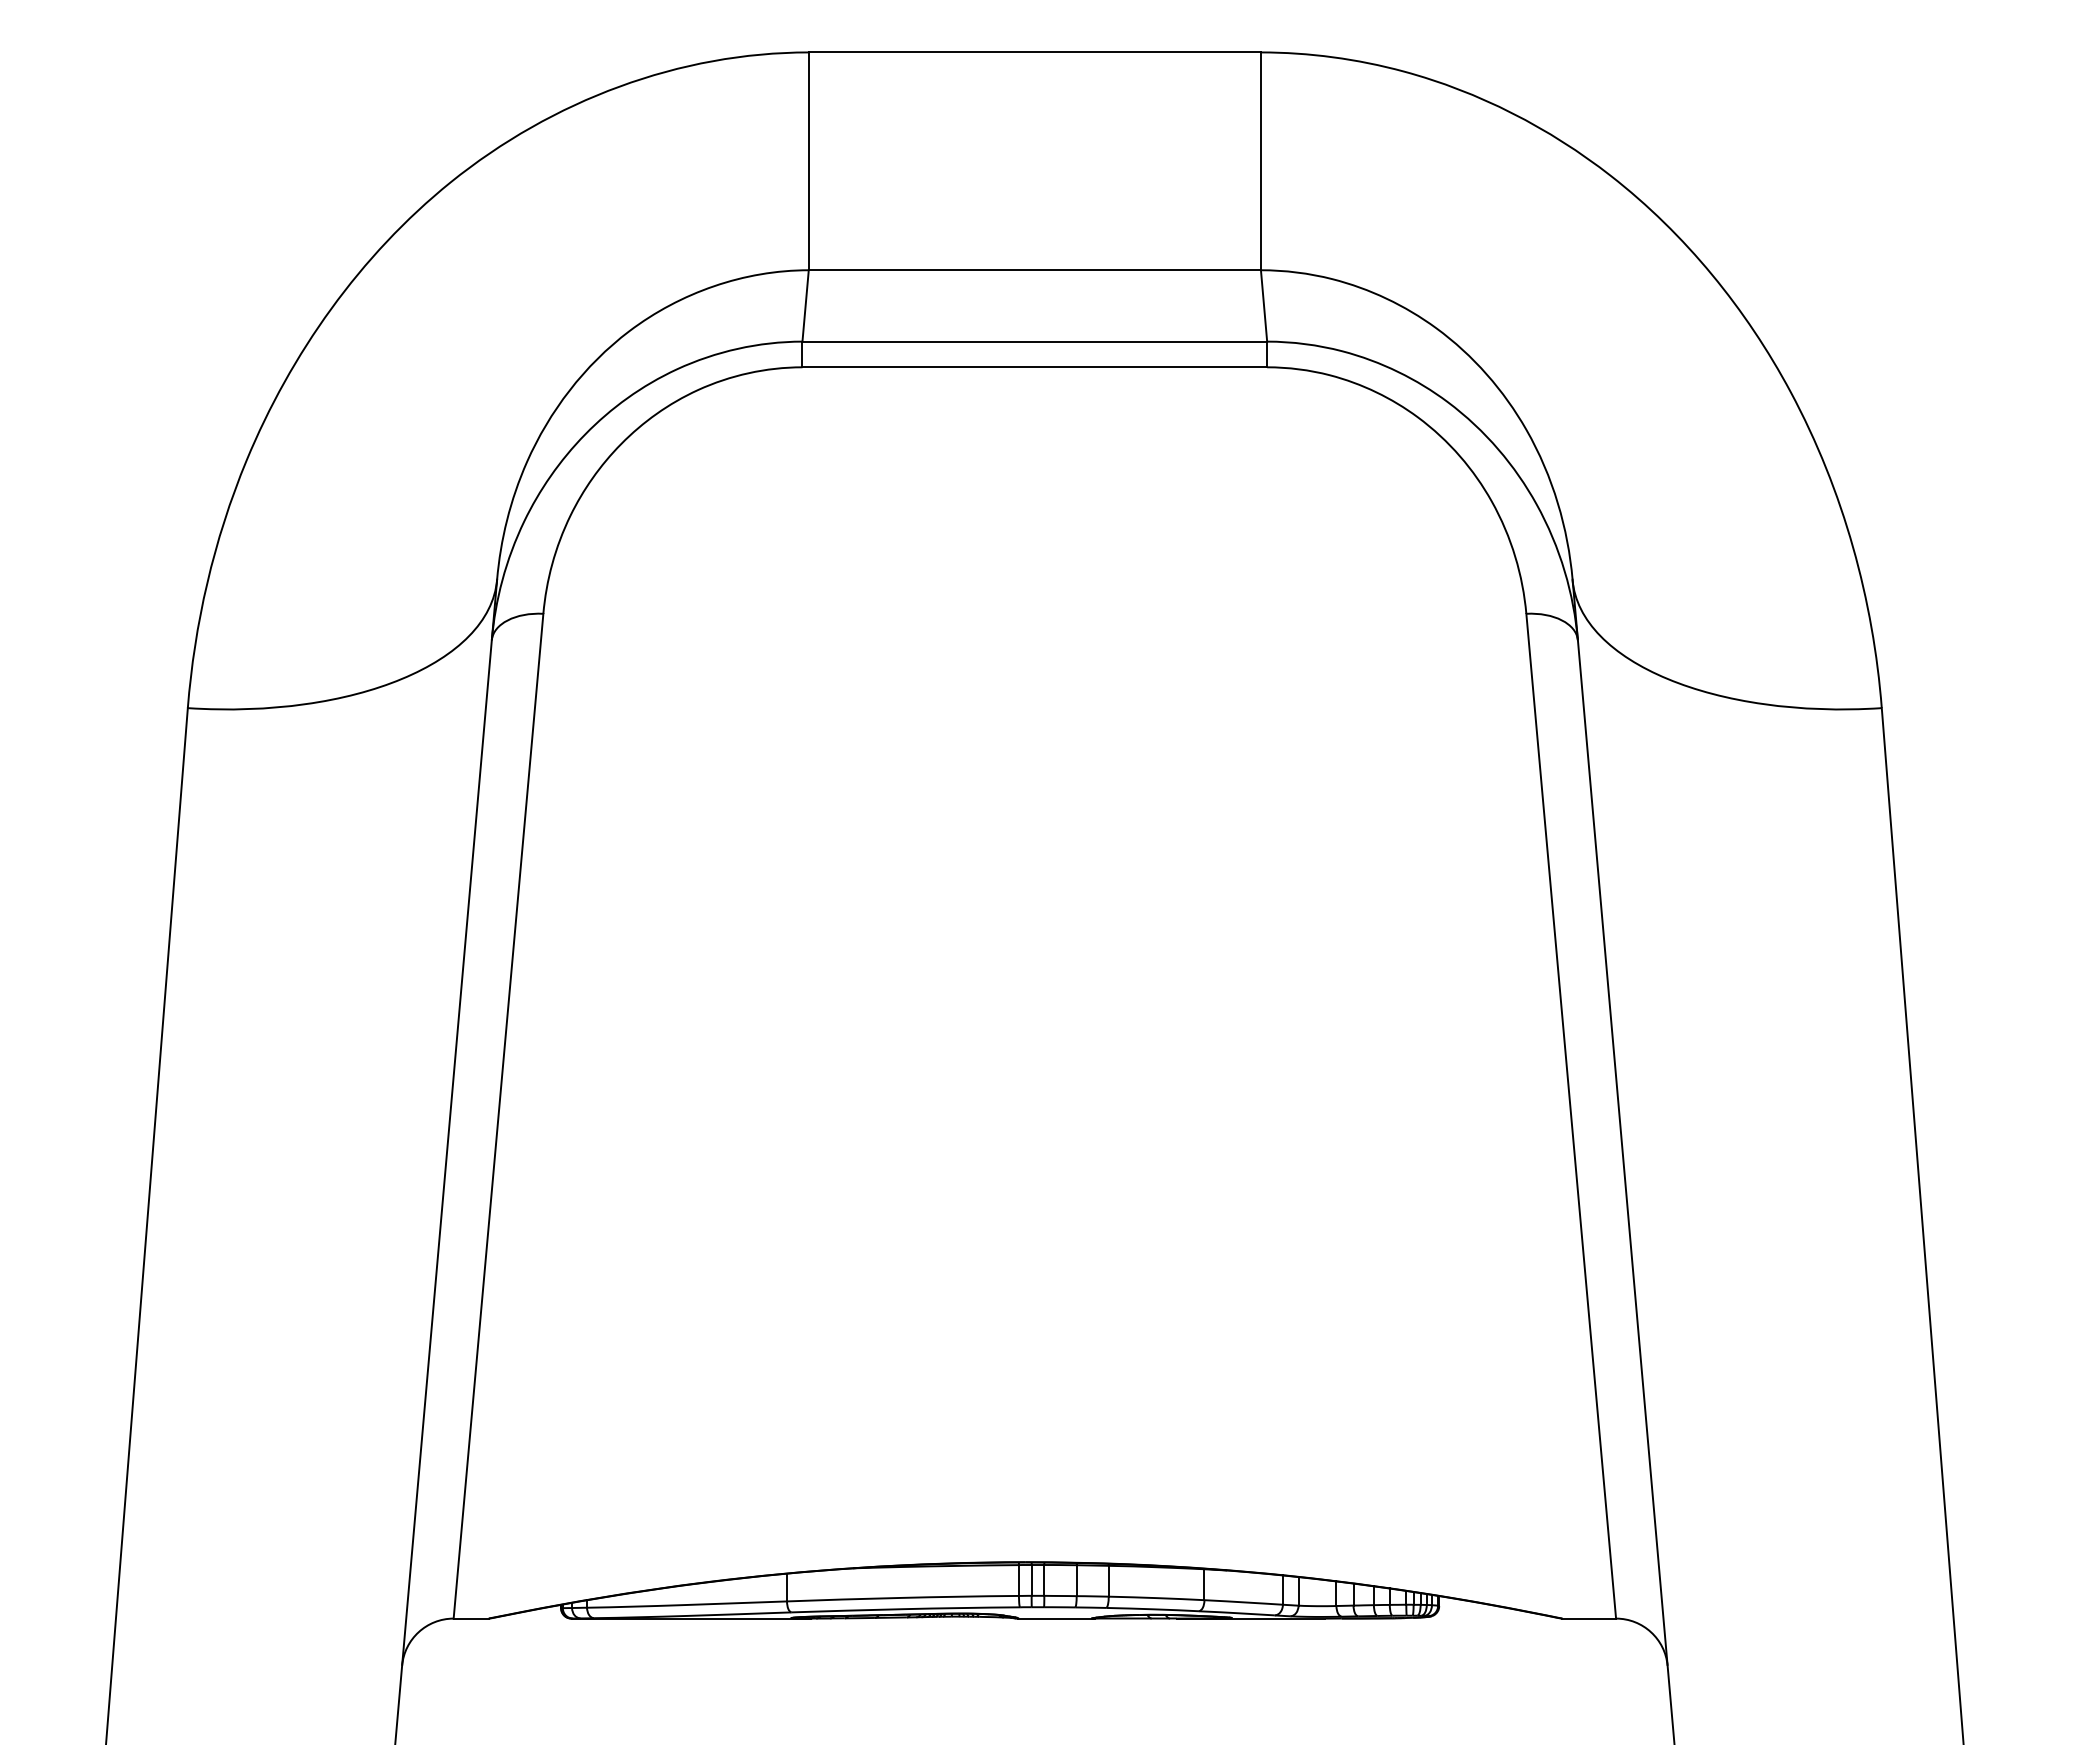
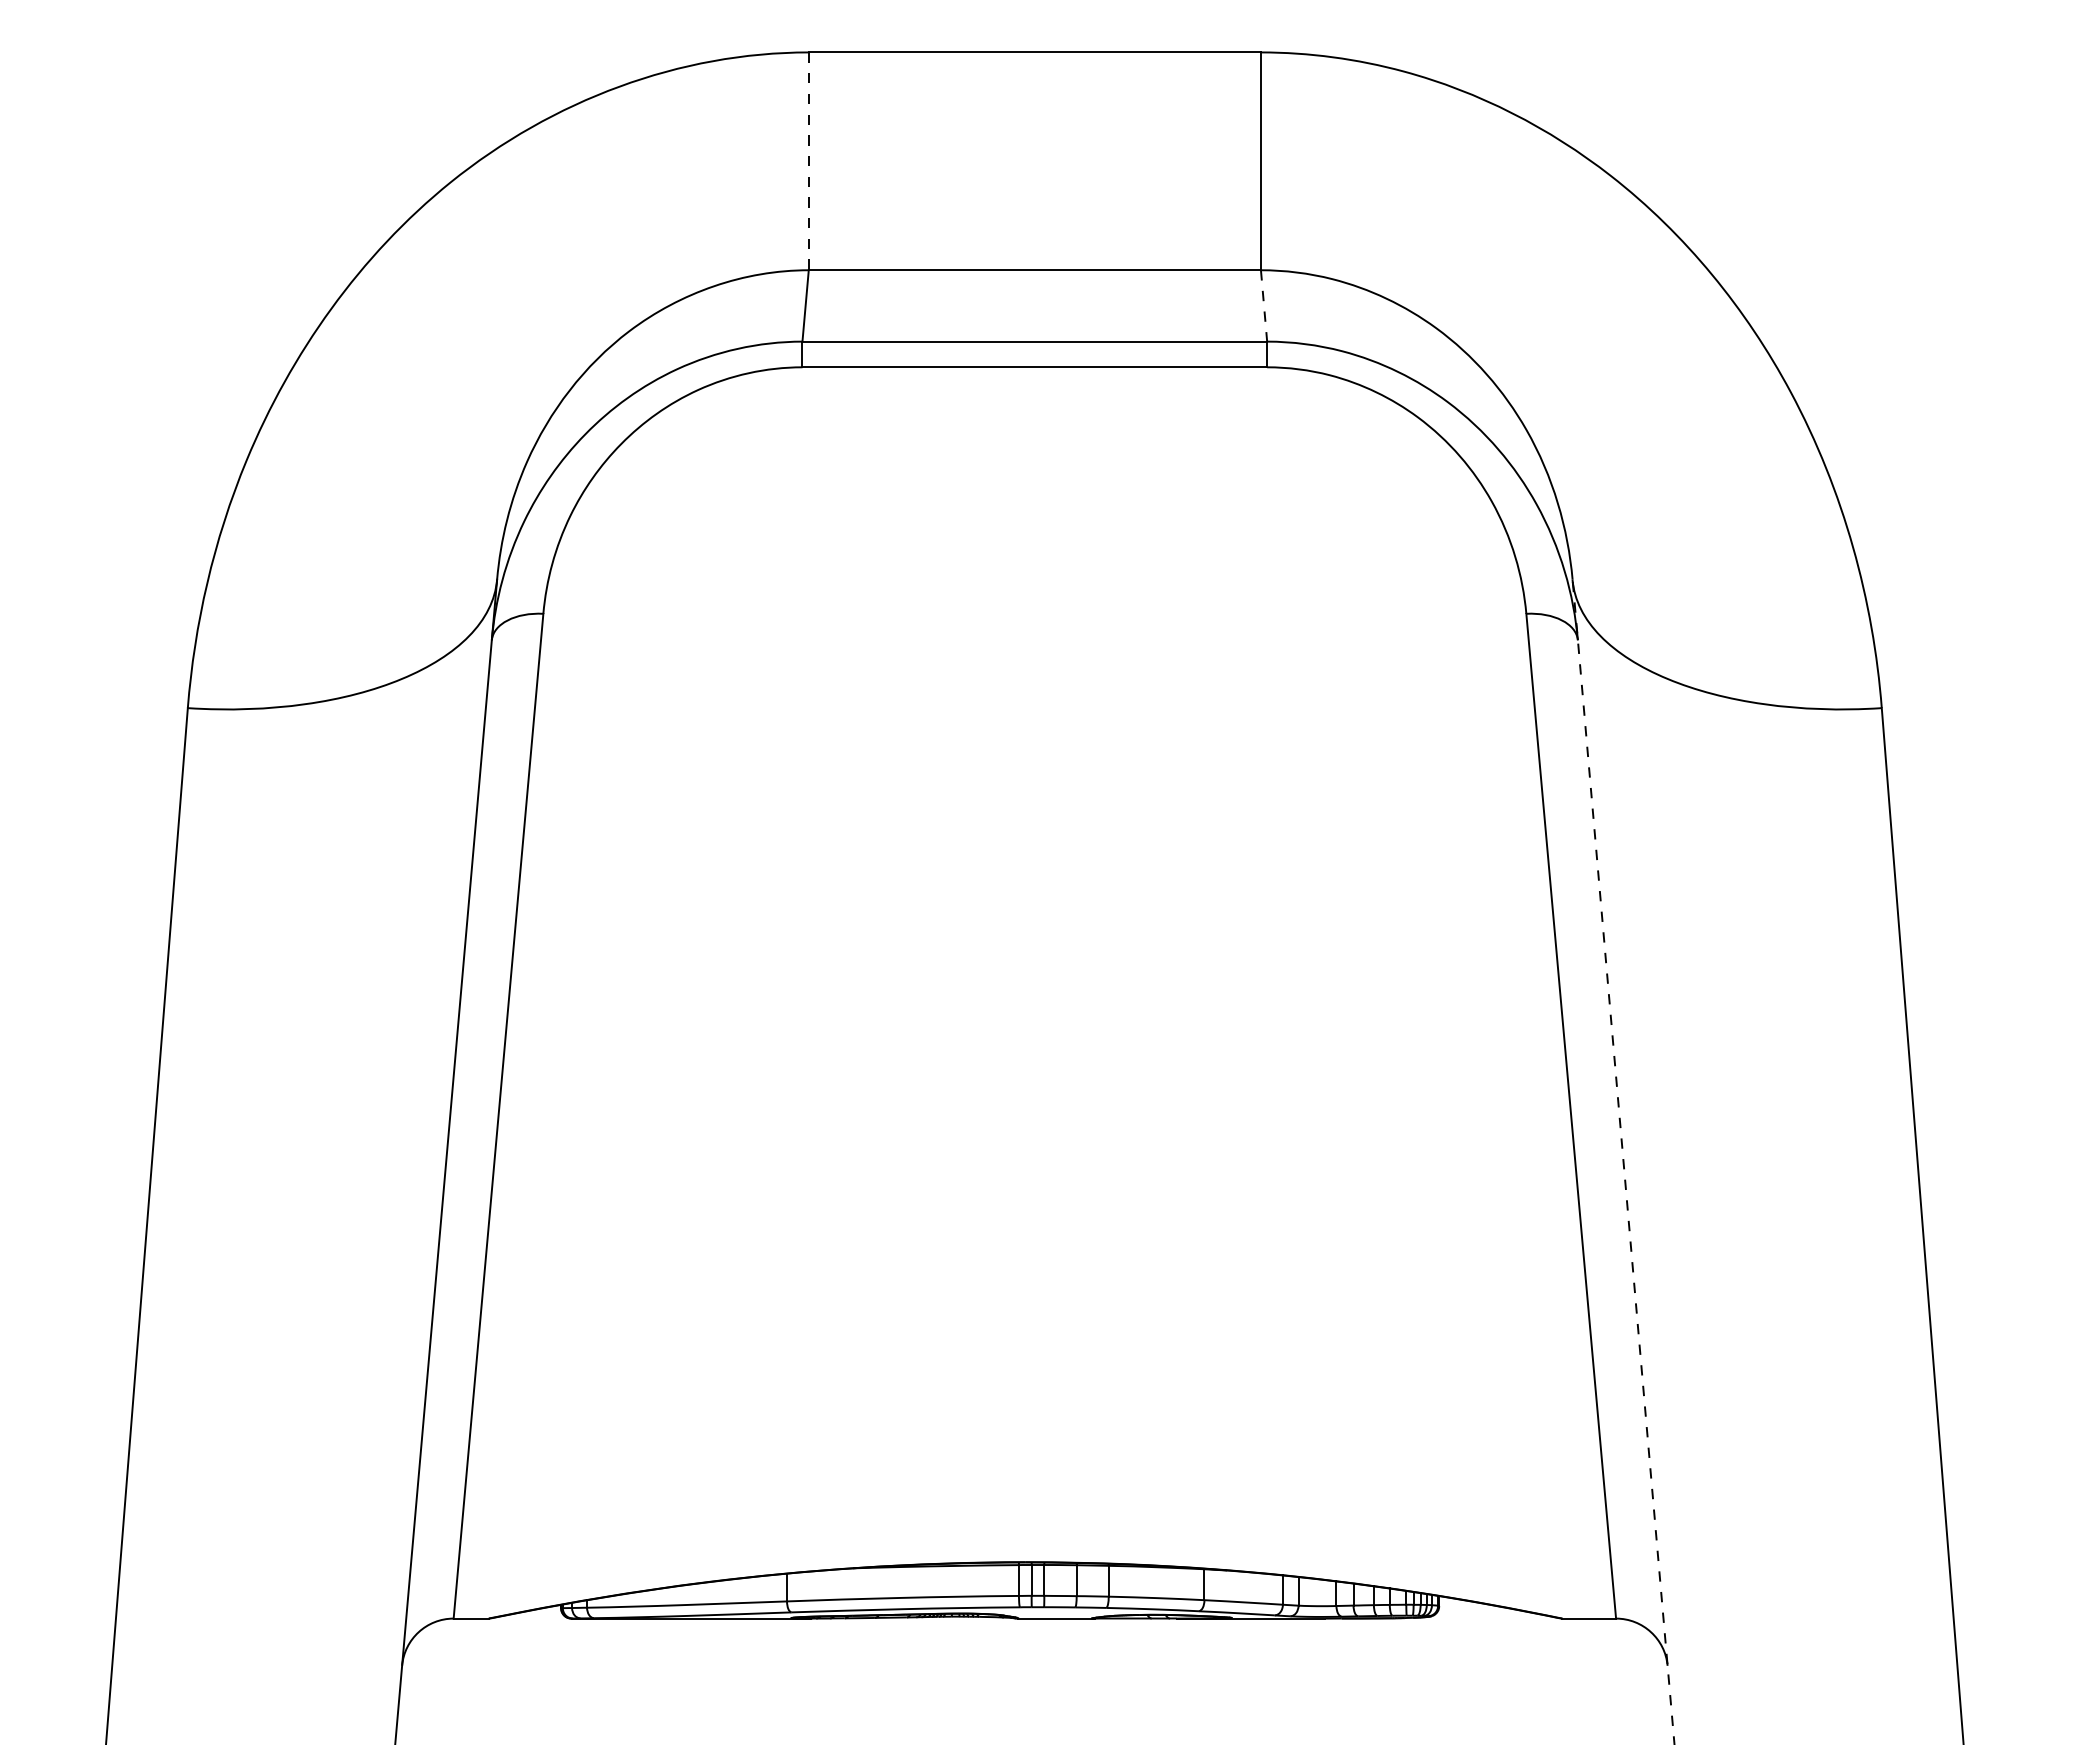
line at (808, 161): solid -> dashed
line at (1264, 305): solid -> dashed
line at (1623, 1162): solid -> dashed
